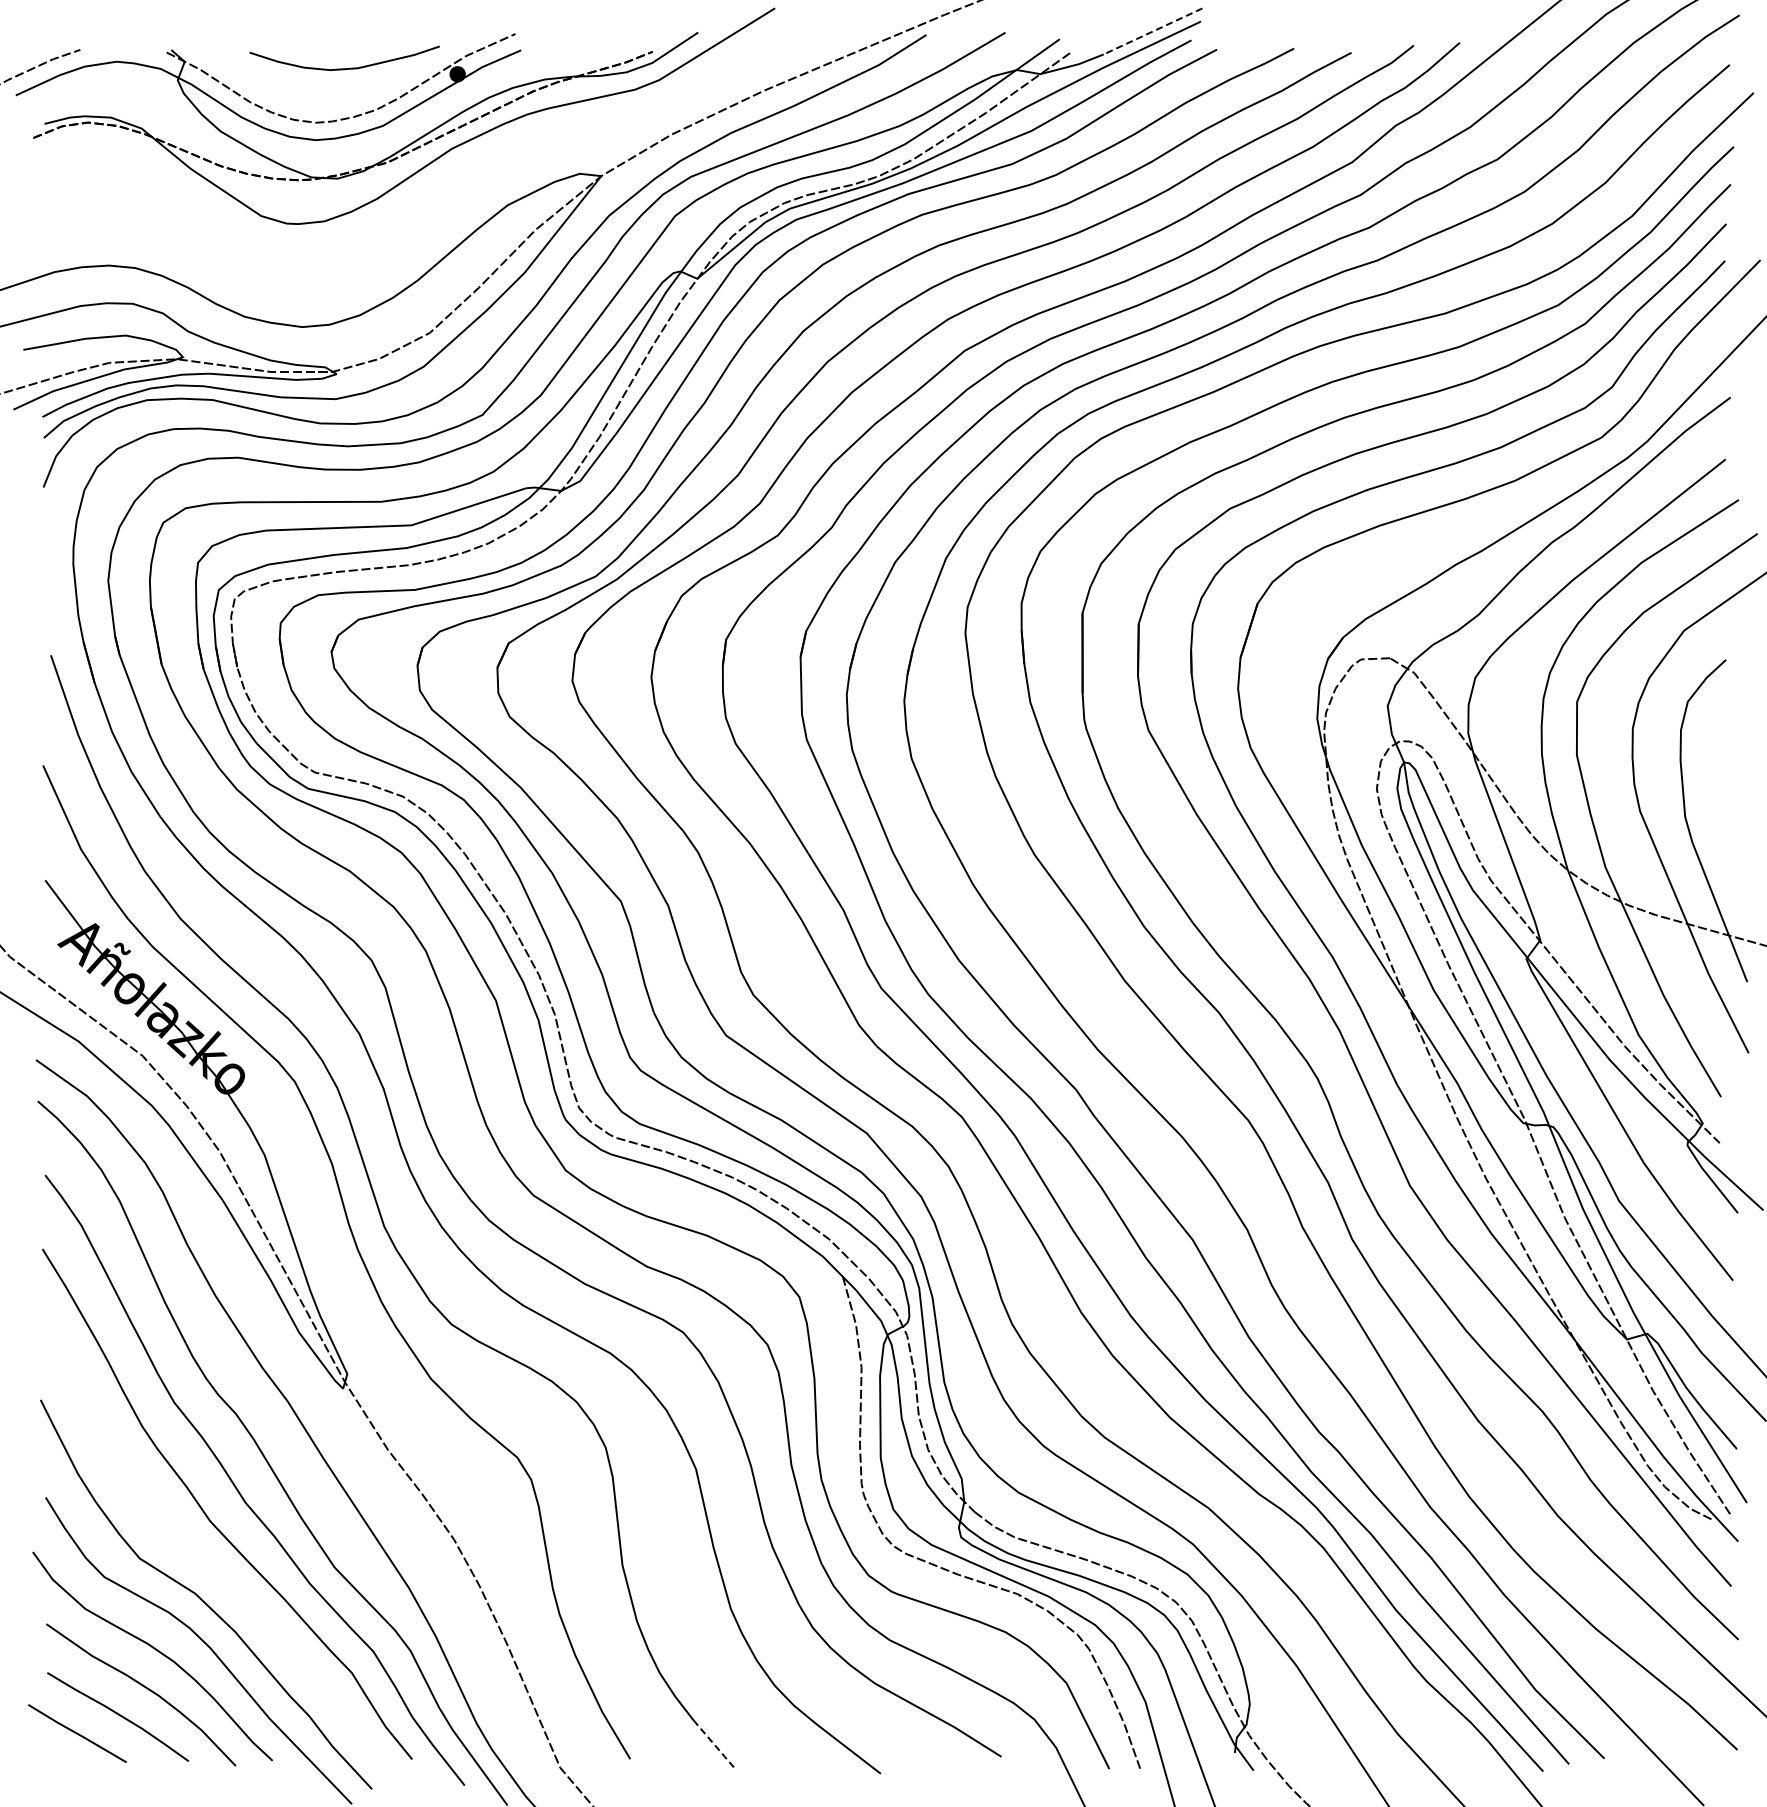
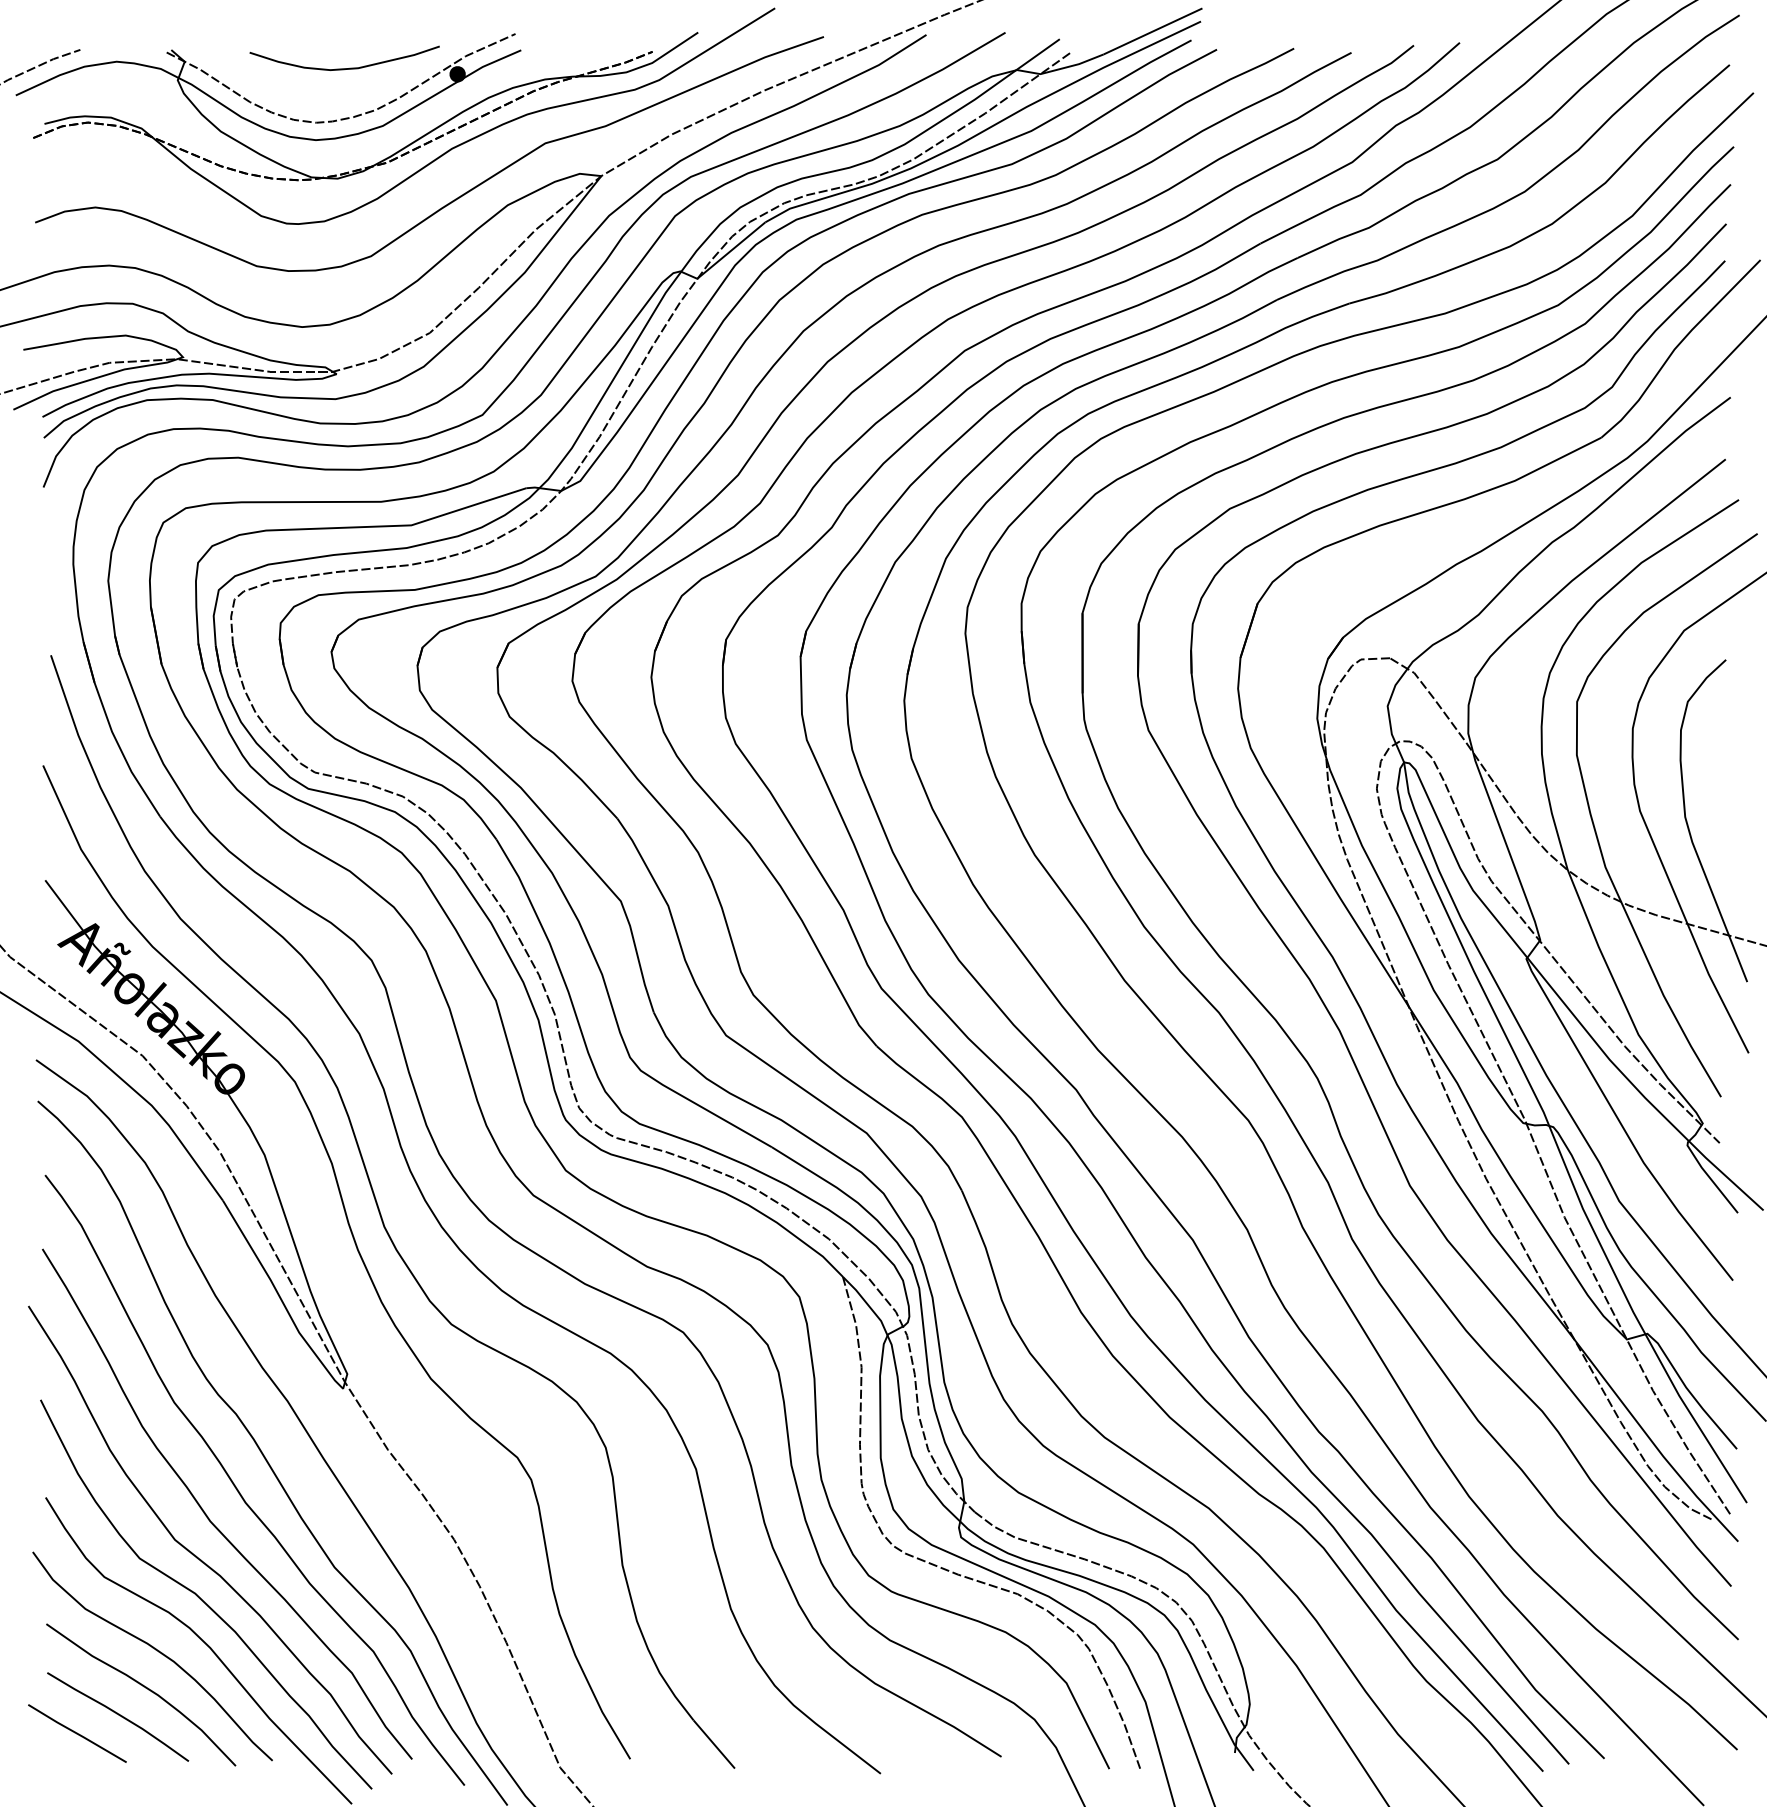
line at (1152, 31): dashed -> solid
curve at (458, 196): none -> present
curve at (196, 1555): none -> present
line at (714, 1744): dashed -> solid
